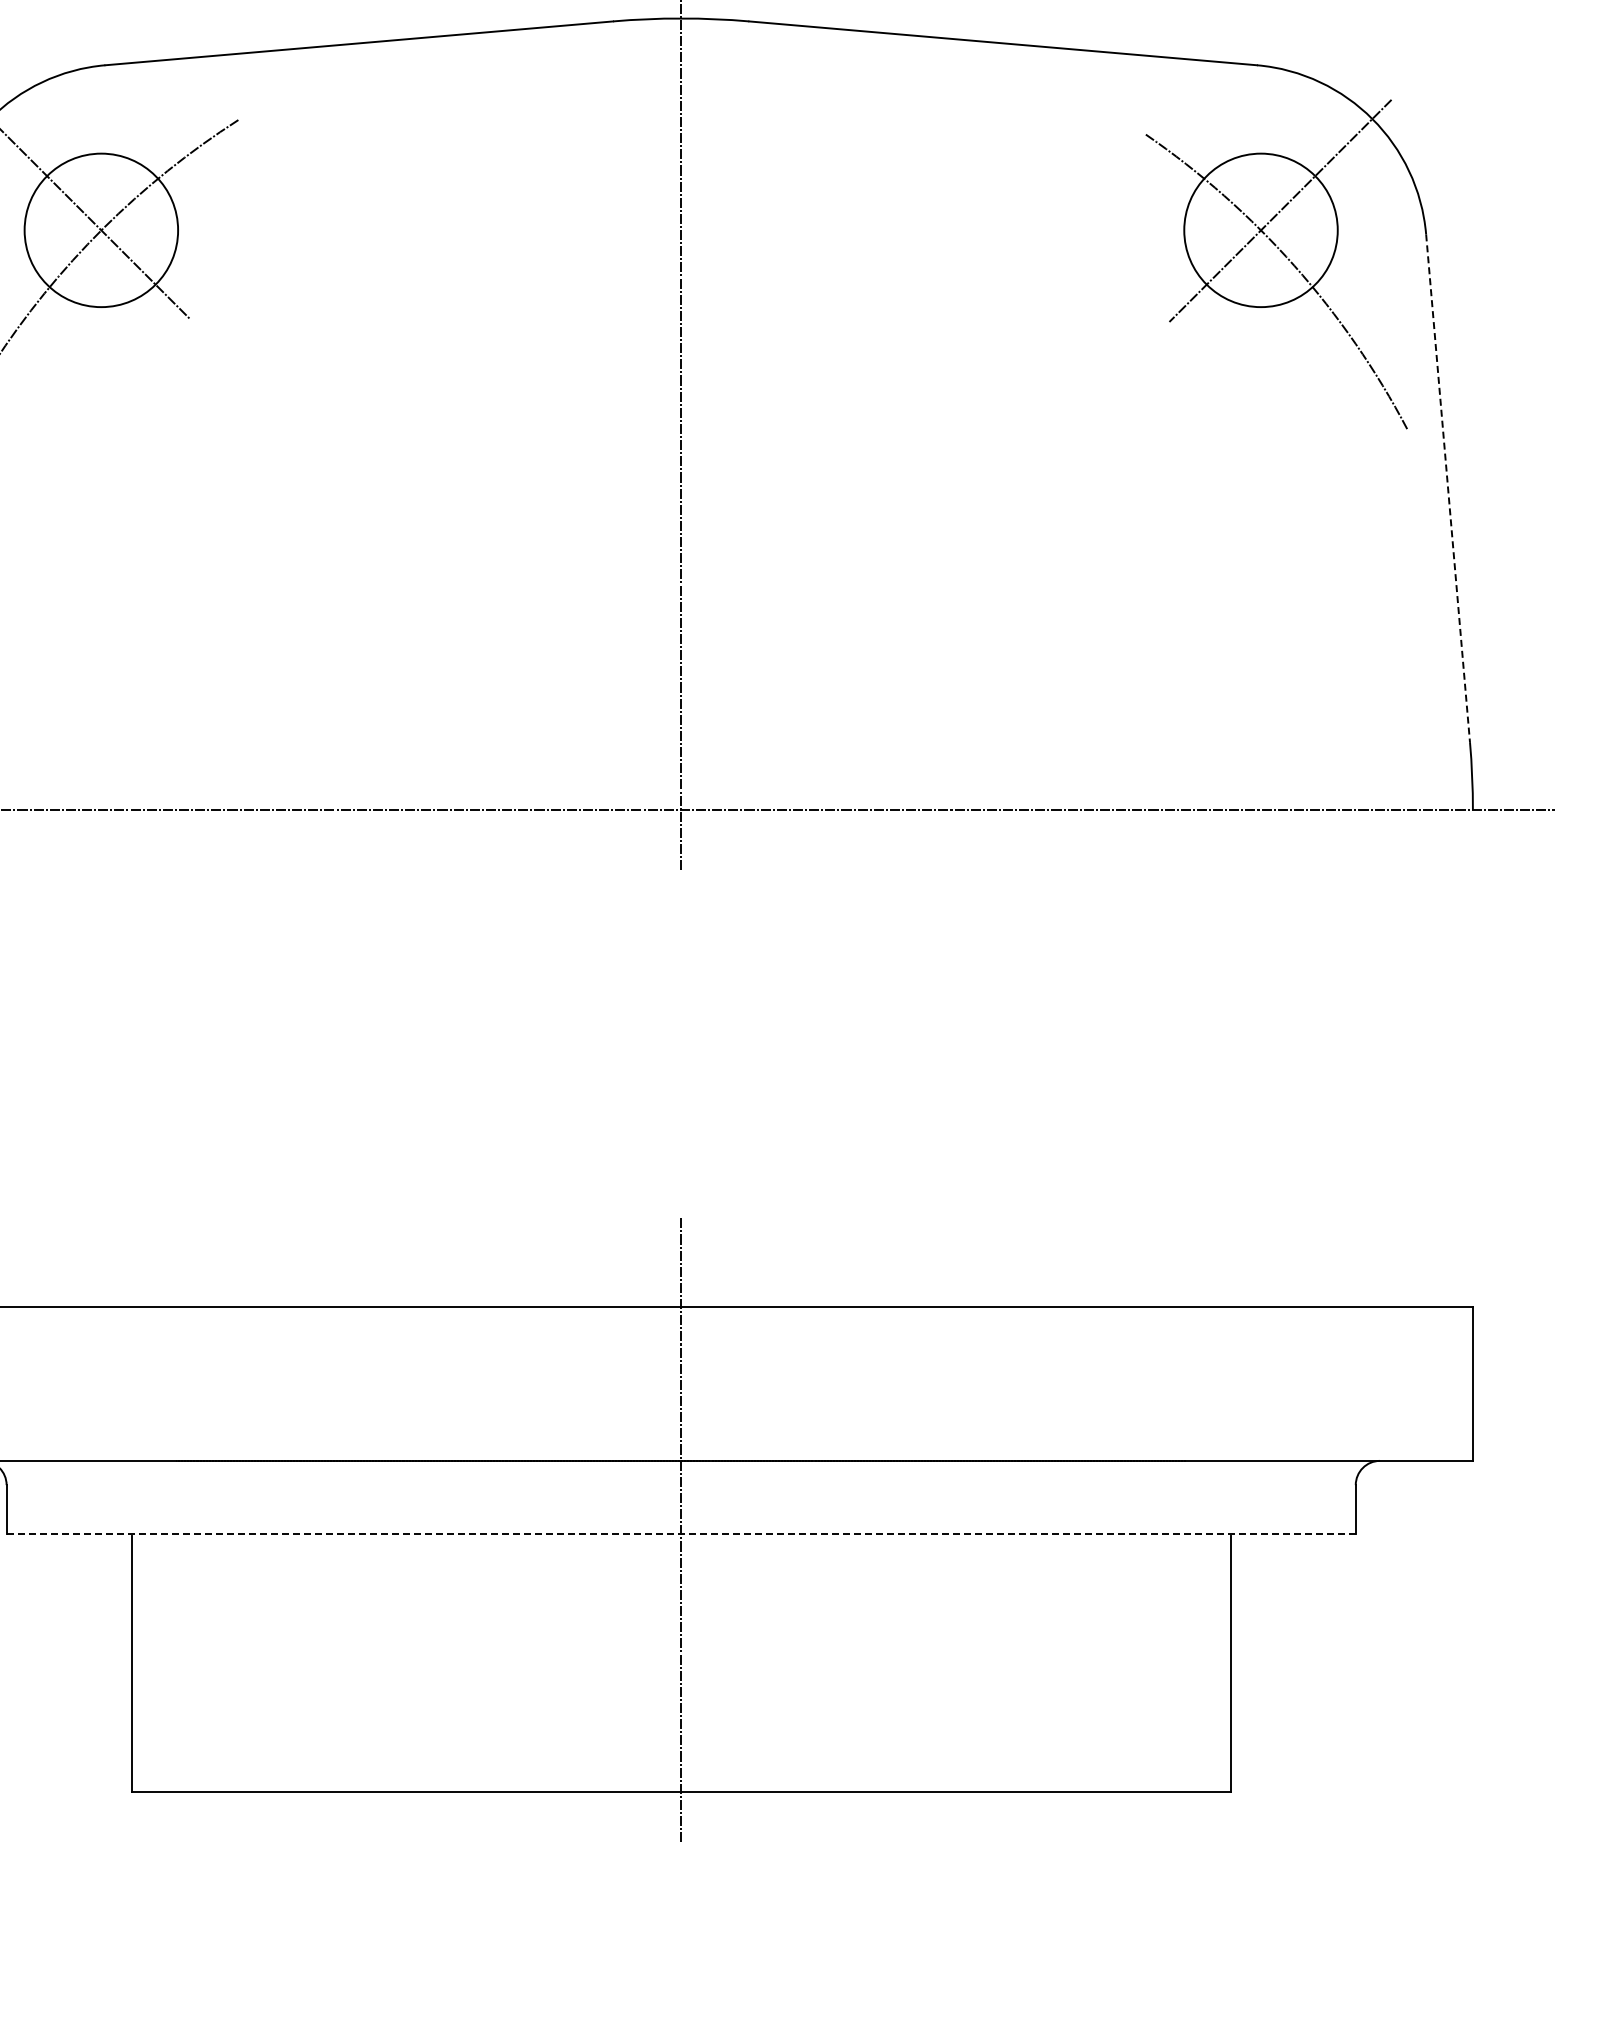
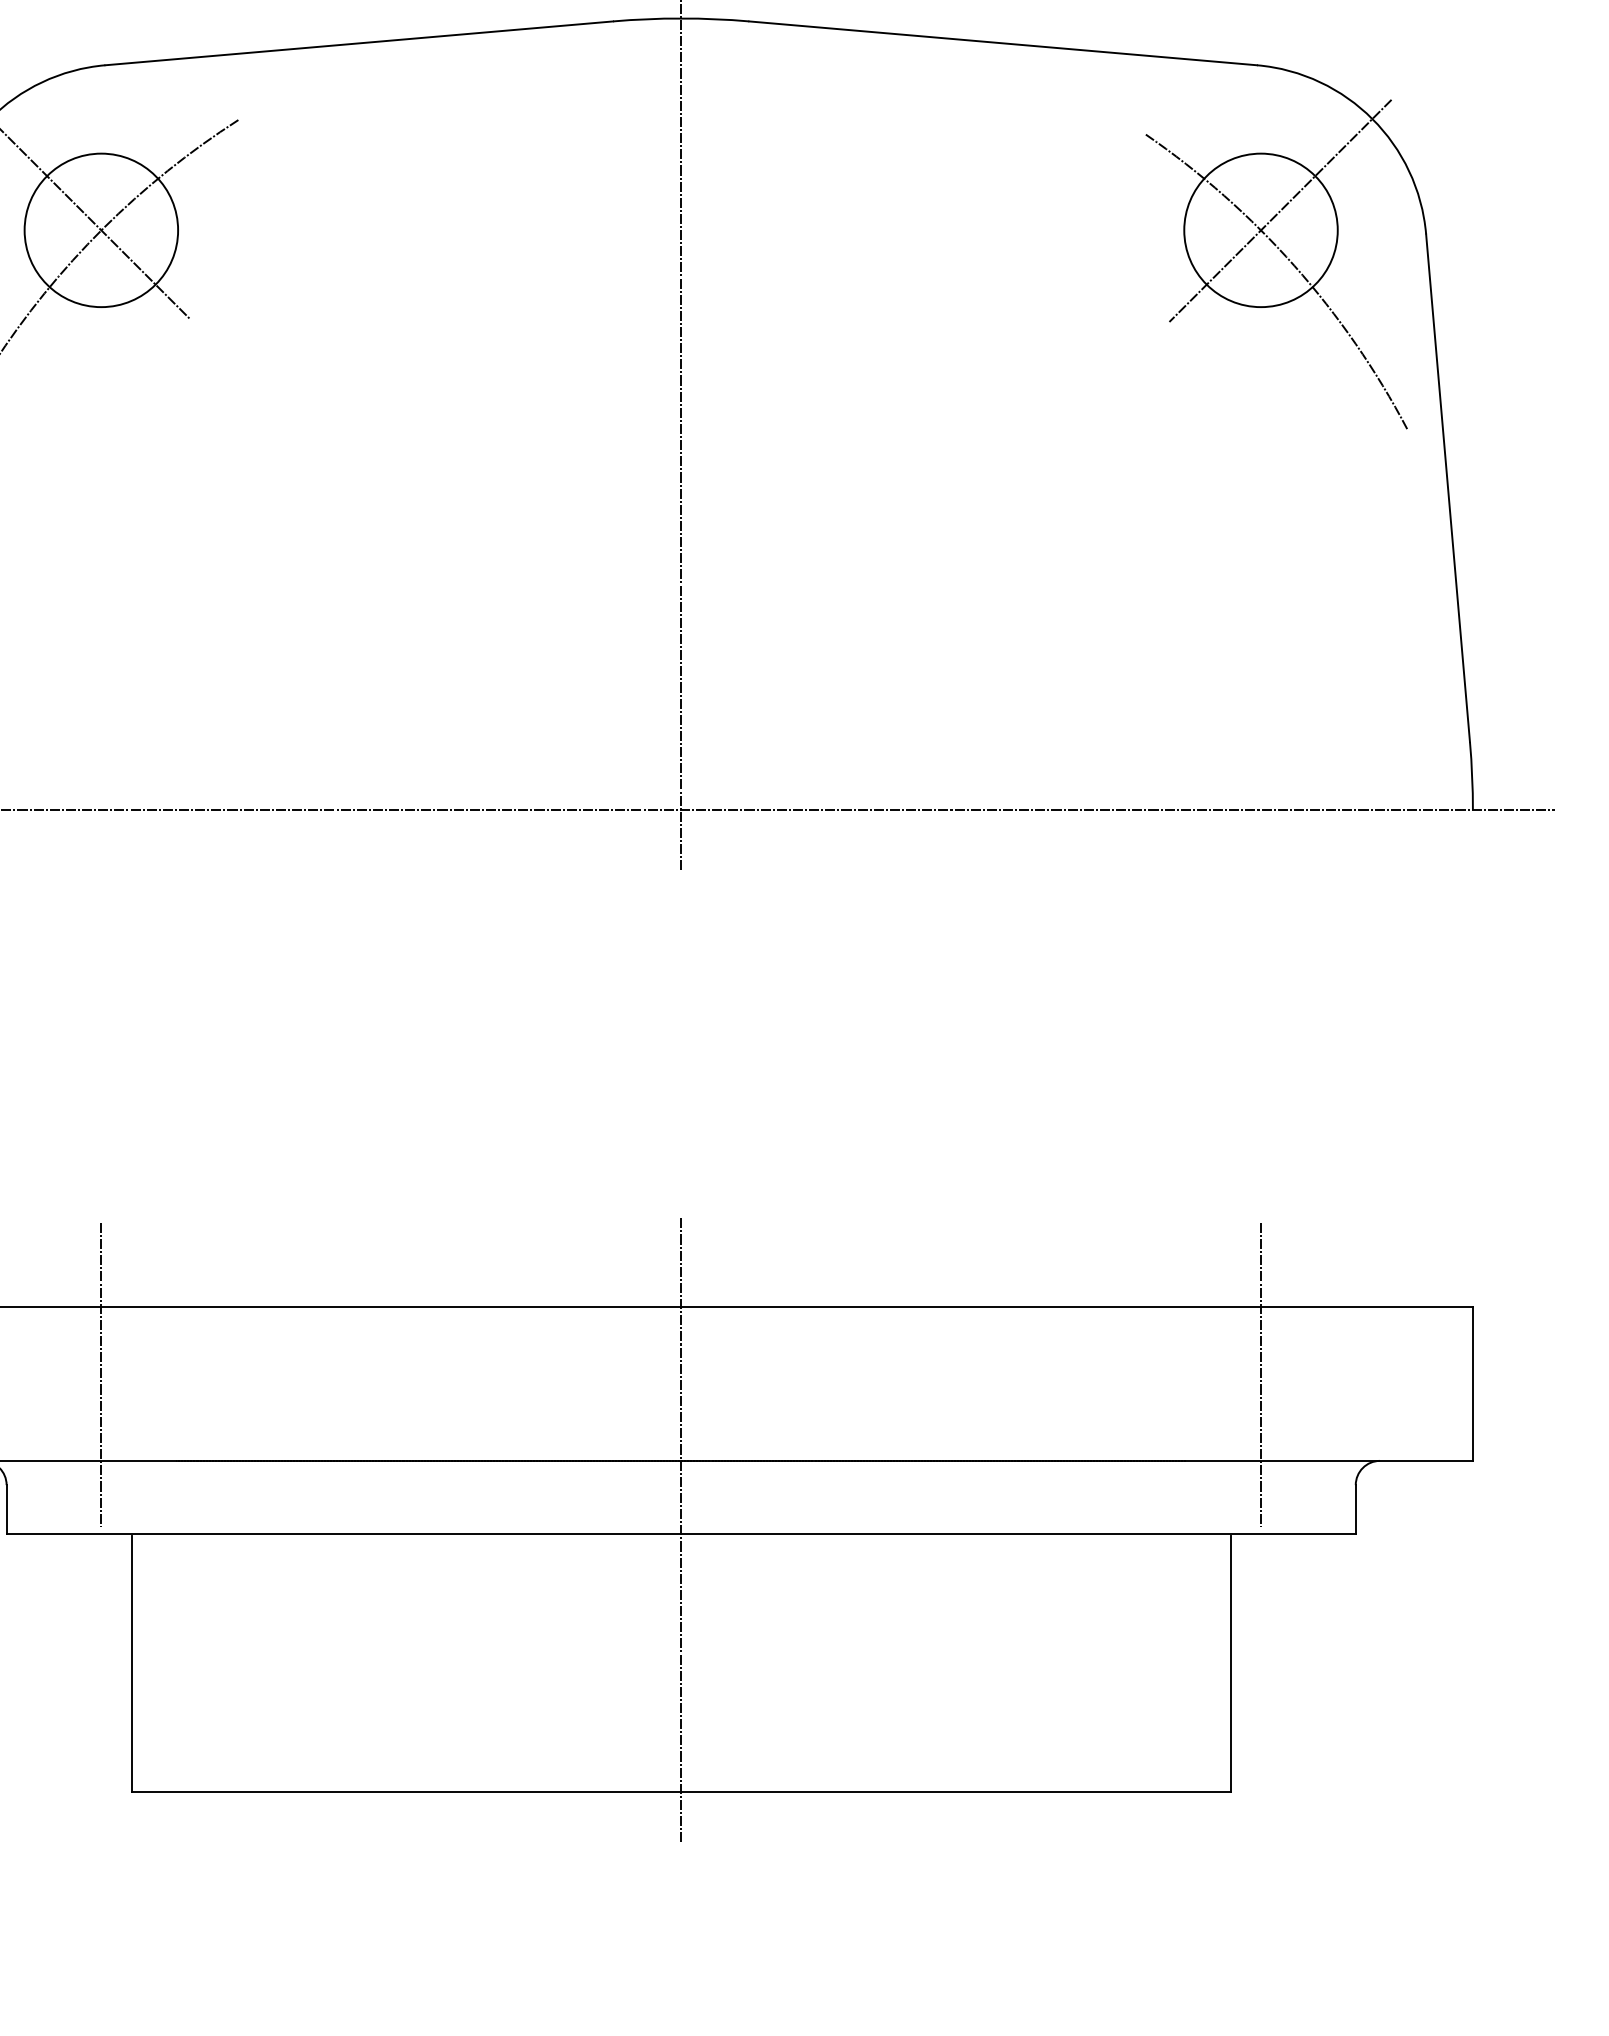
line at (1448, 488): dashed -> solid
line at (101, 1374): none -> present
line at (1261, 1374): none -> present
line at (681, 1533): dashed -> solid
